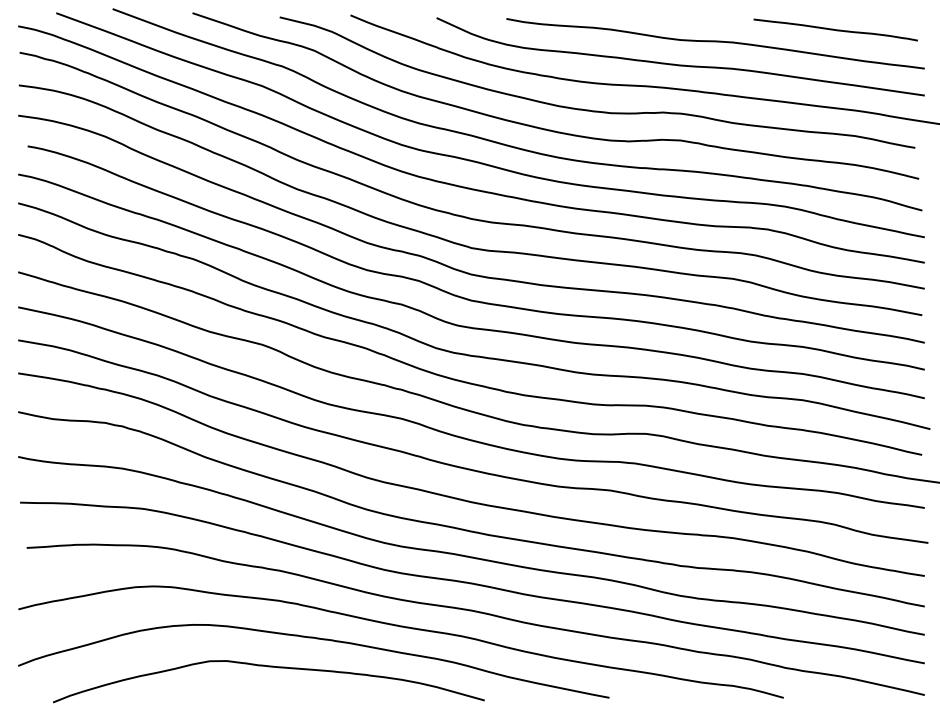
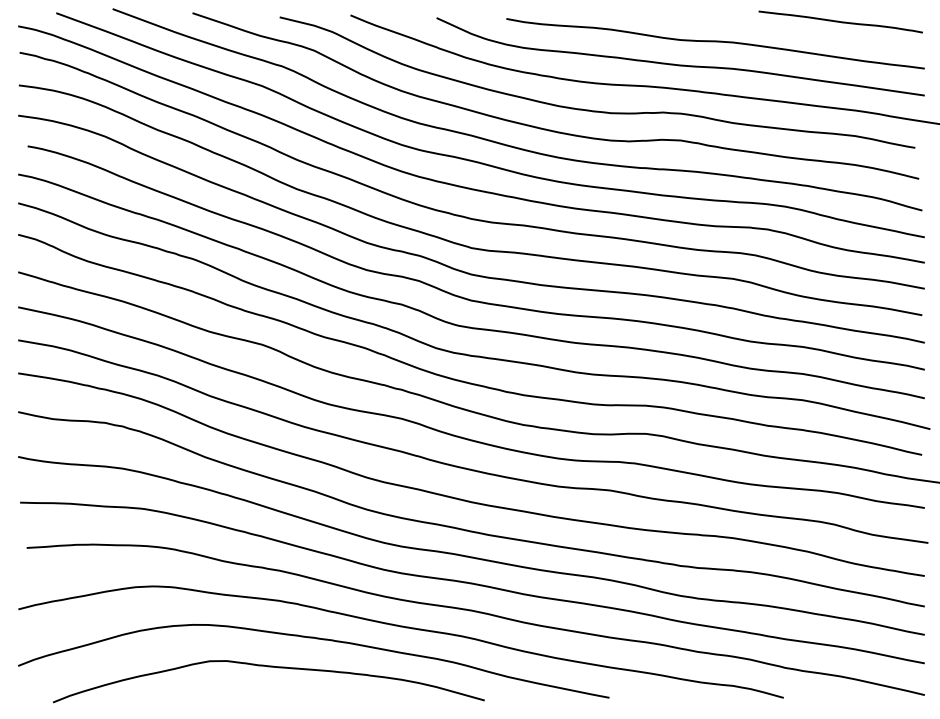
curve at (835, 29) position: (835, 29) -> (840, 21)
